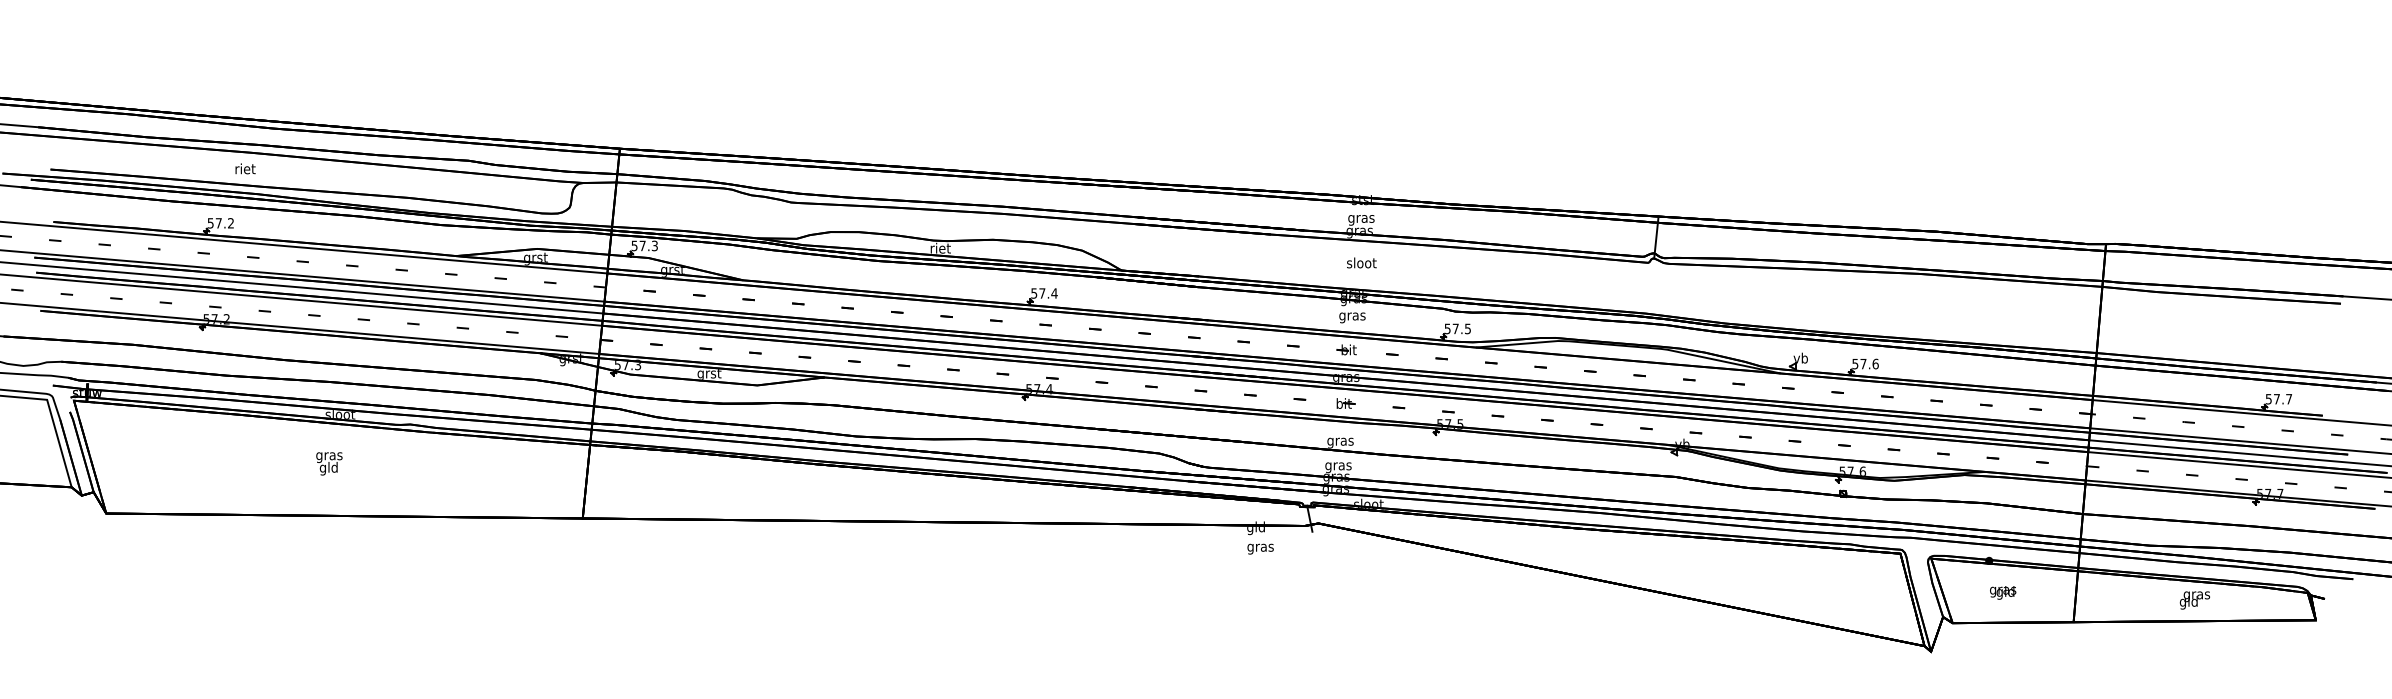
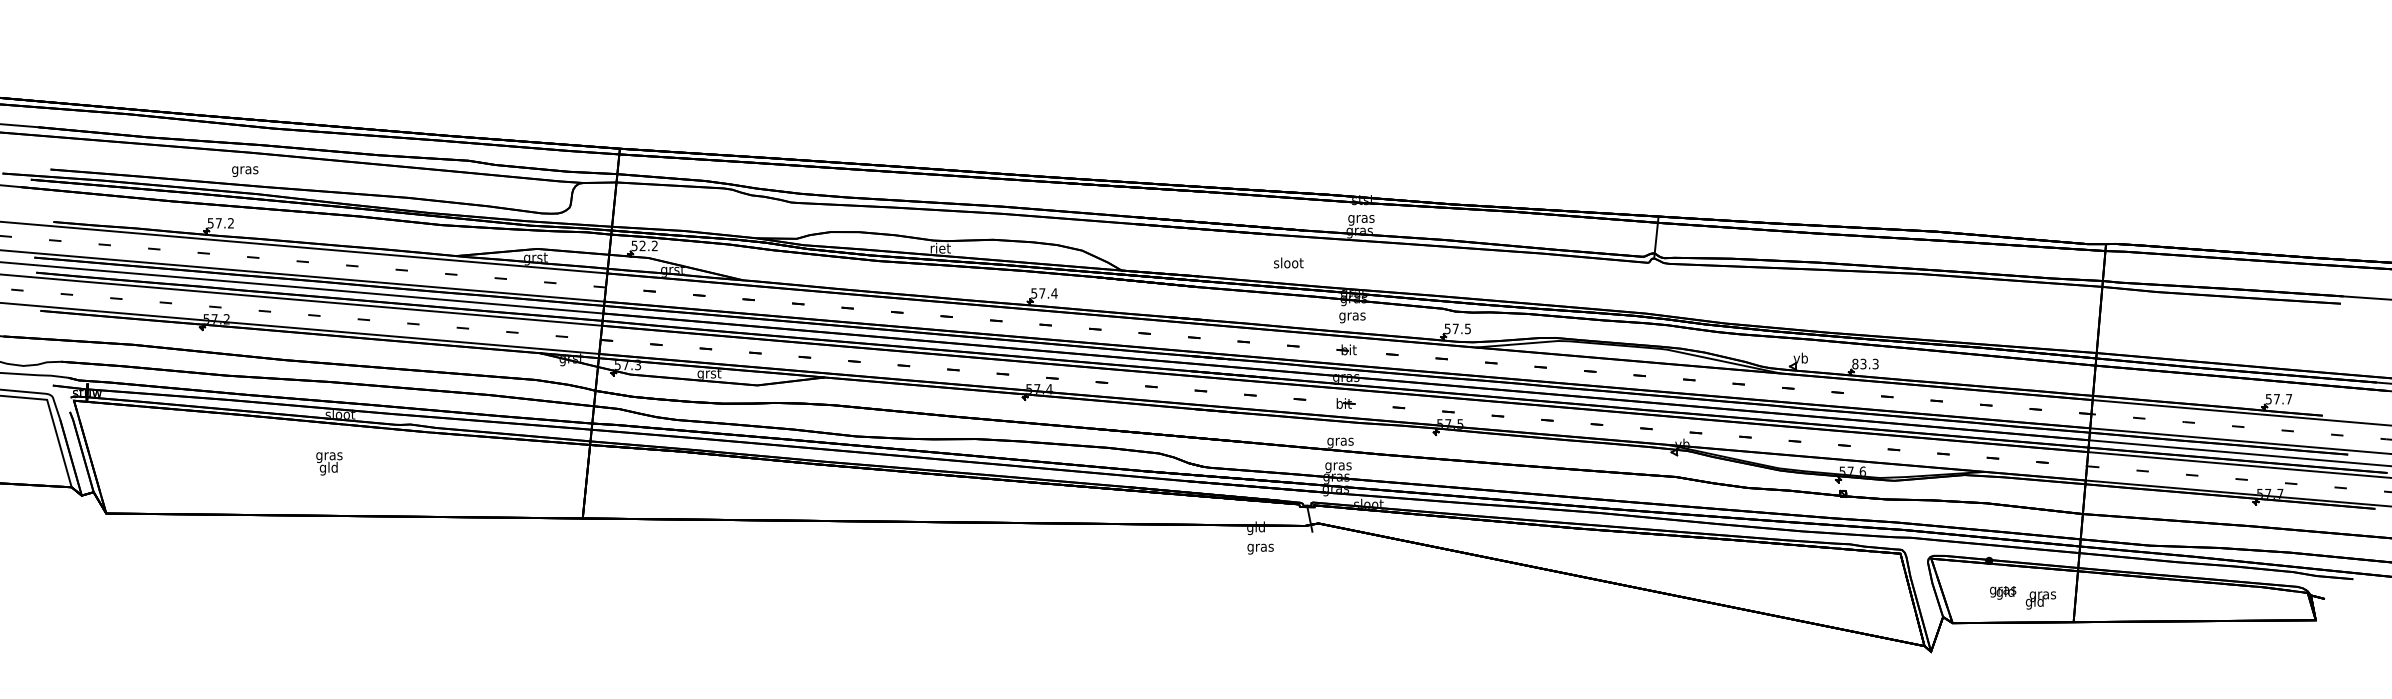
text at (245, 169): riet -> gras
text at (648, 245): 57.3 -> 52.2
text at (1361, 262) position: (1361, 262) -> (1288, 262)
text at (1865, 363): 57.6 -> 83.3
text at (2194, 600) position: (2194, 600) -> (2040, 600)
